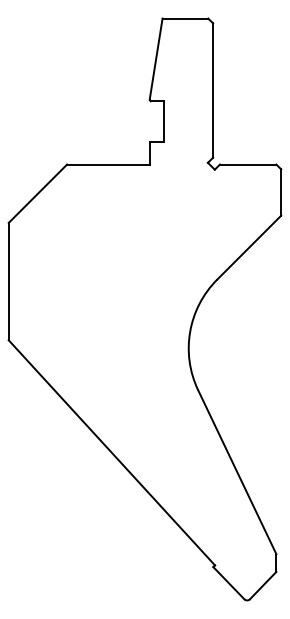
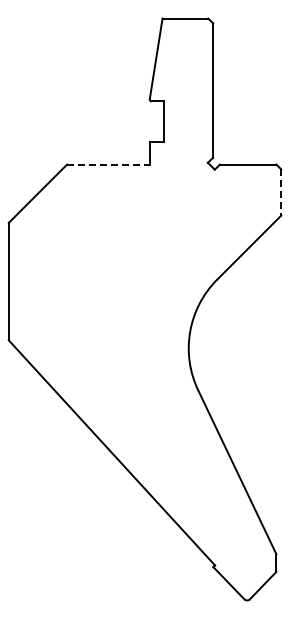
line at (109, 164): solid -> dashed
line at (281, 193): solid -> dashed
